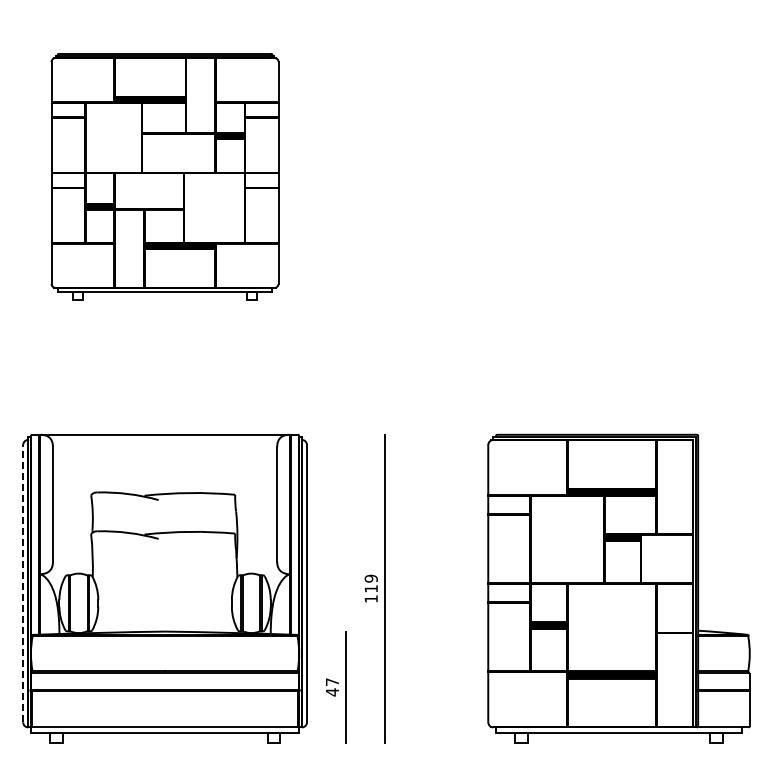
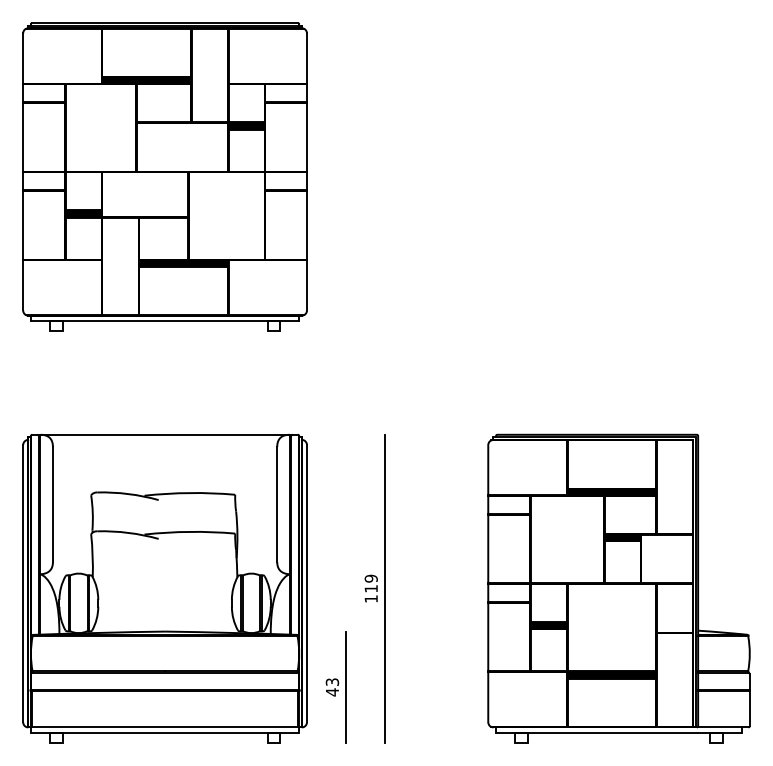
part at (164, 176) size: 230x248 px -> 286x310 px
line at (23, 583): dashed -> solid
text at (332, 681): 47 -> 43
